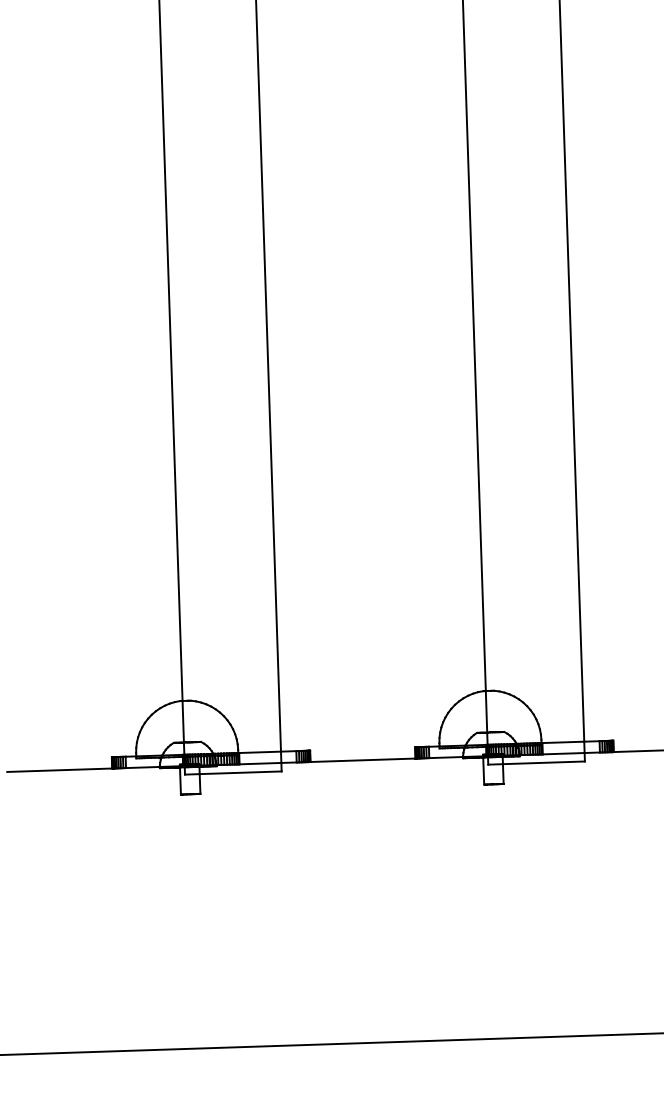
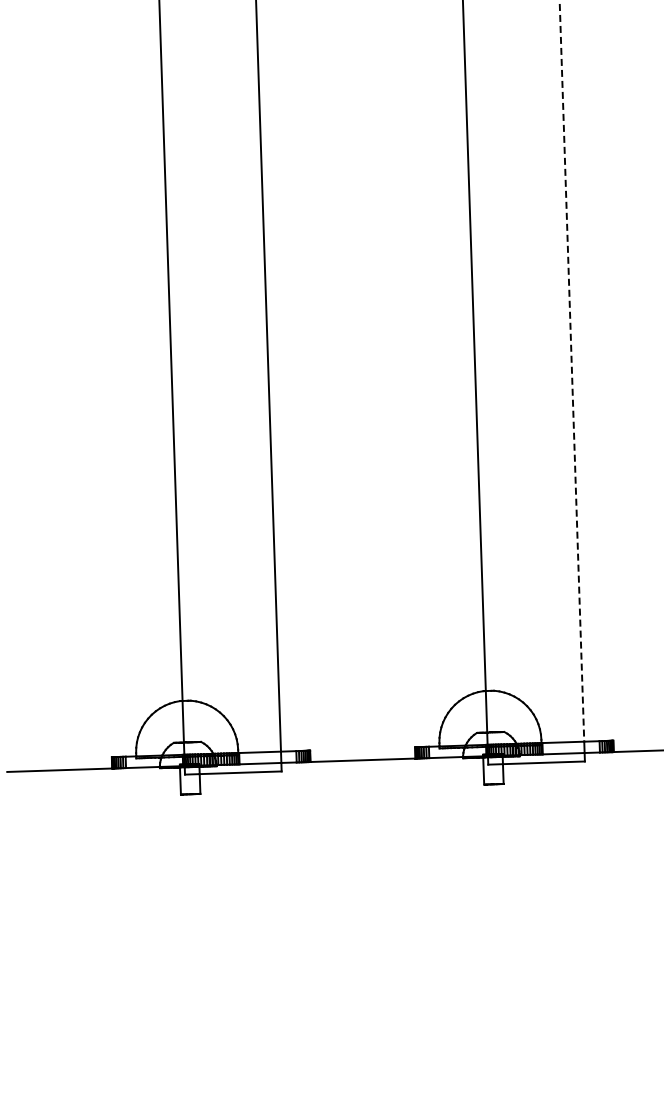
line at (571, 371): solid -> dashed
line at (331, 1043): present -> none
